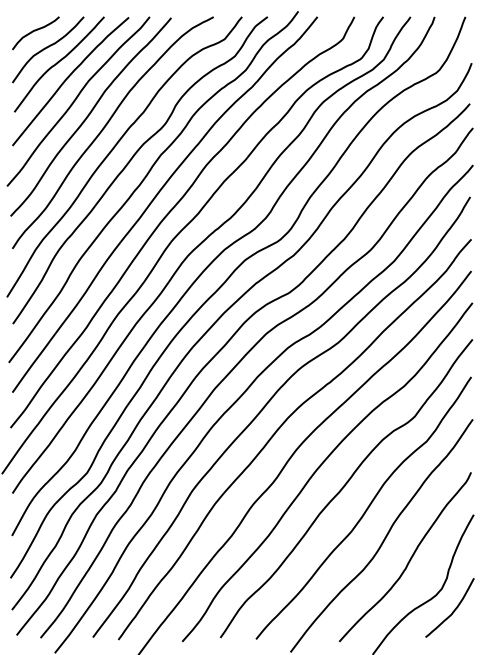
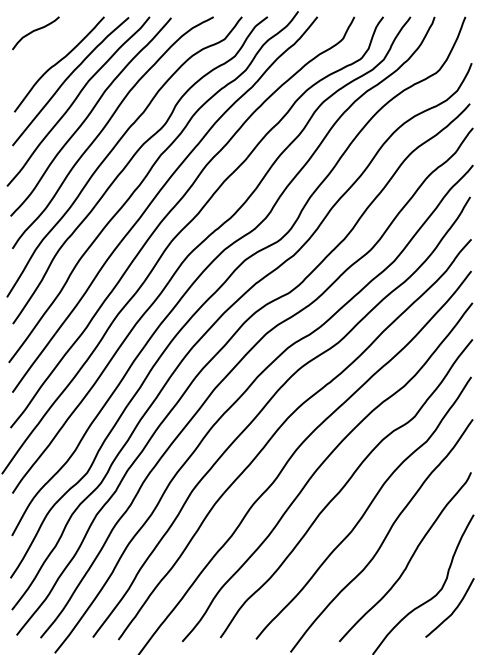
curve at (47, 48): present -> none
